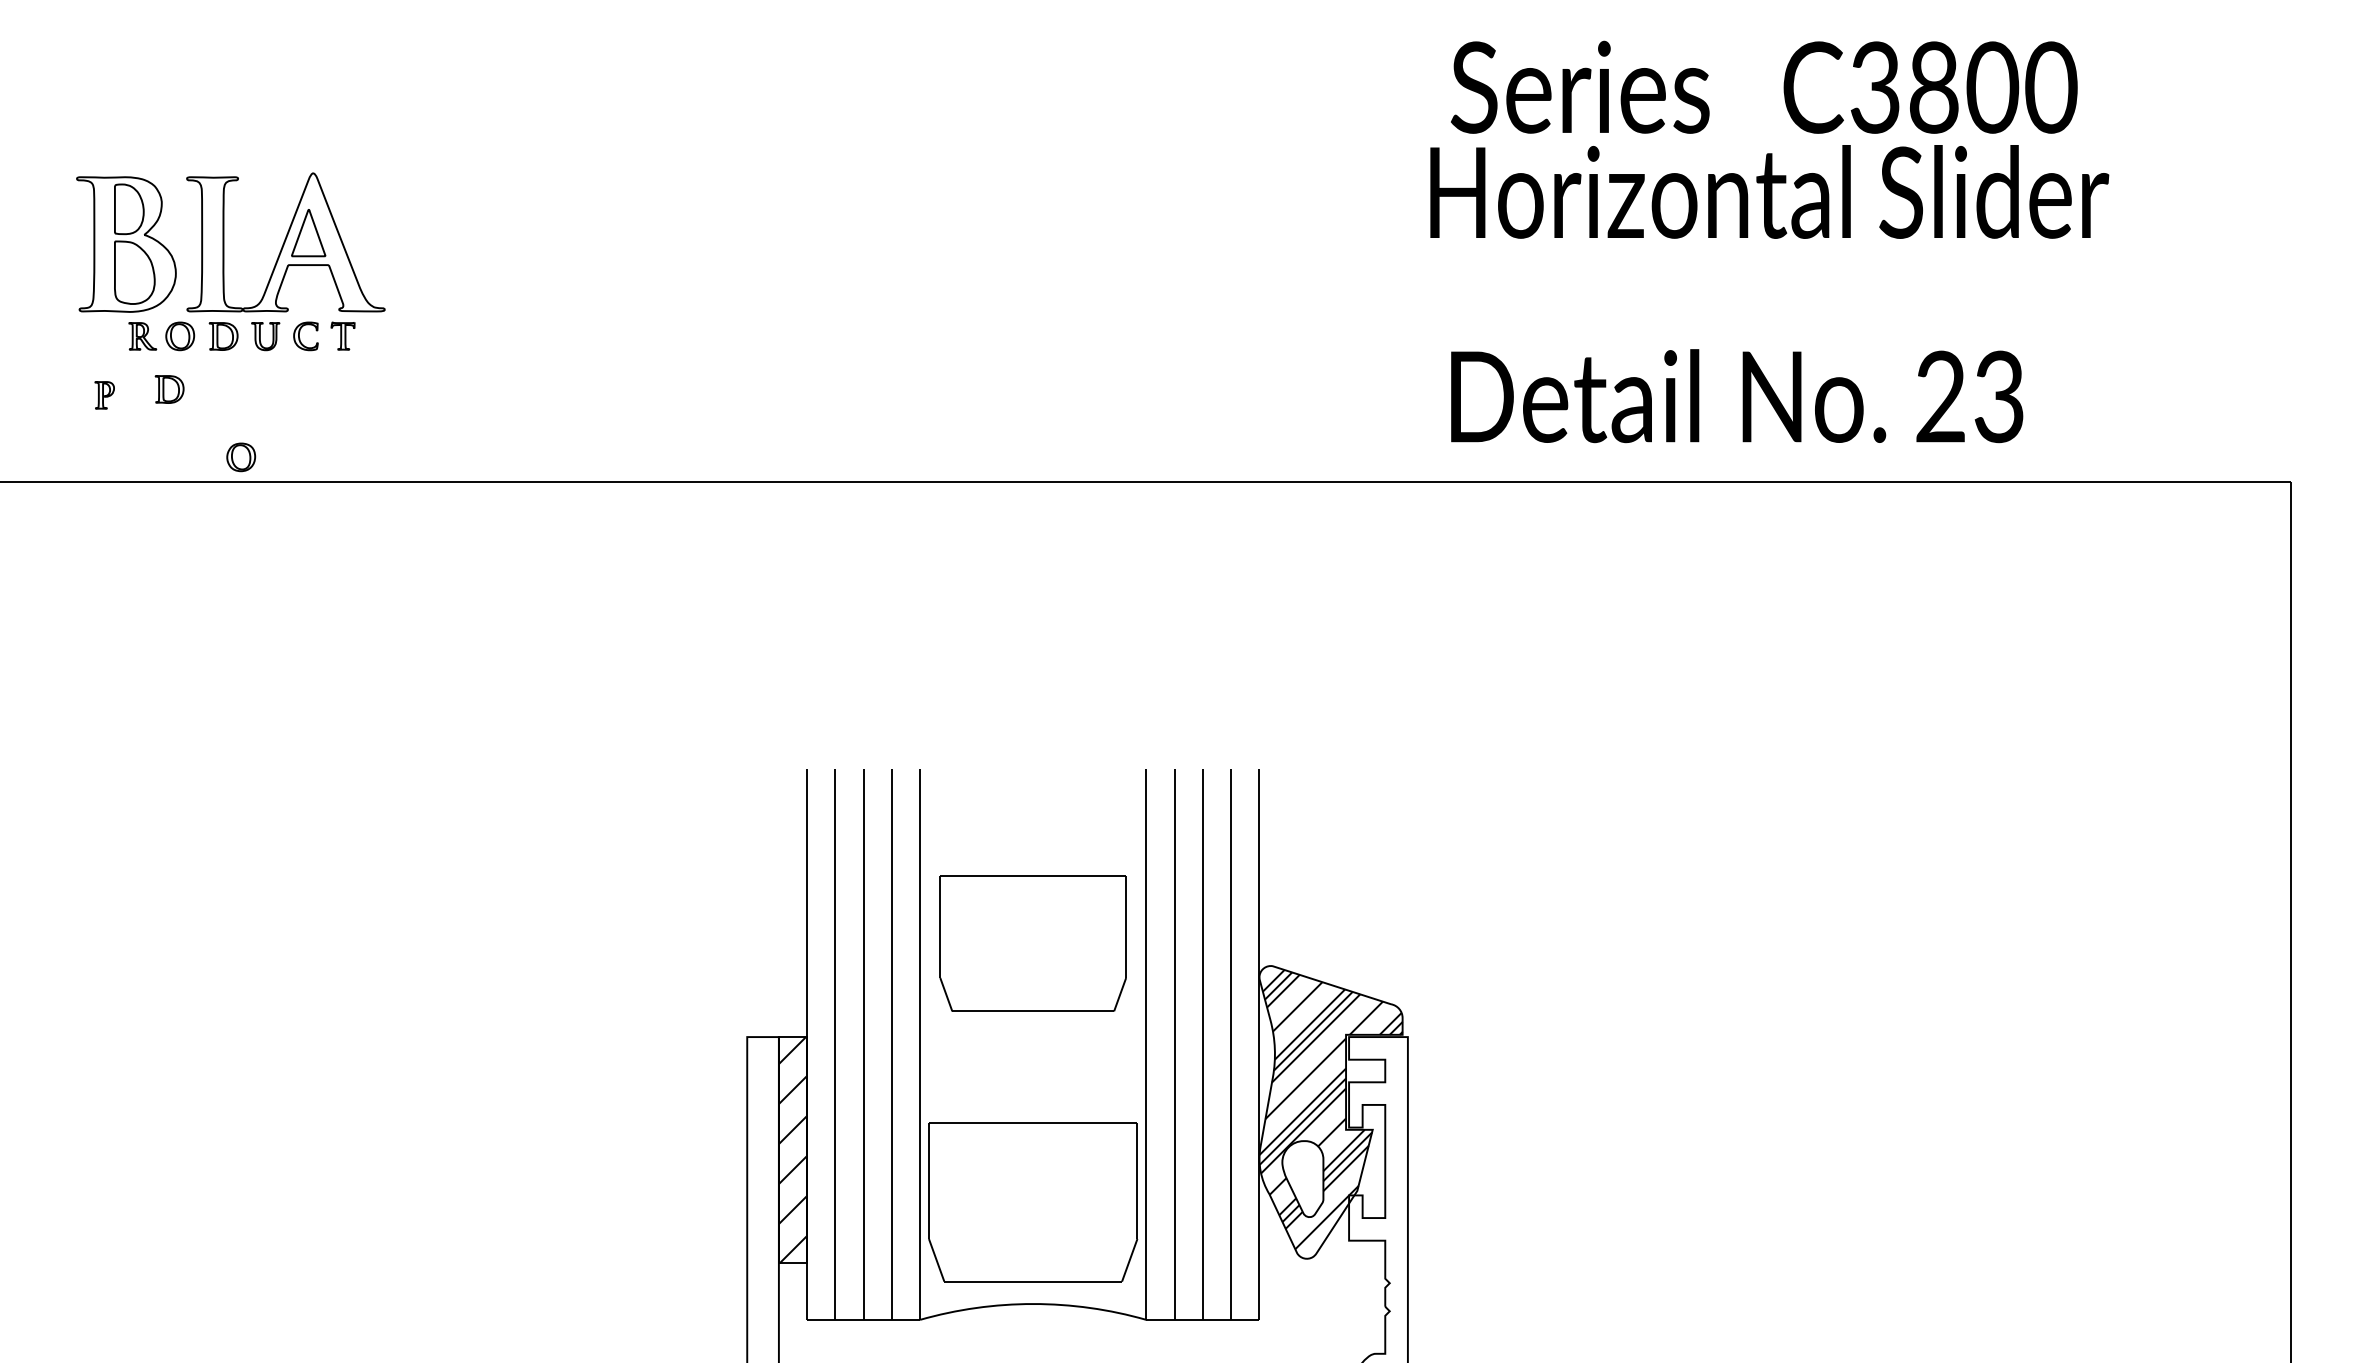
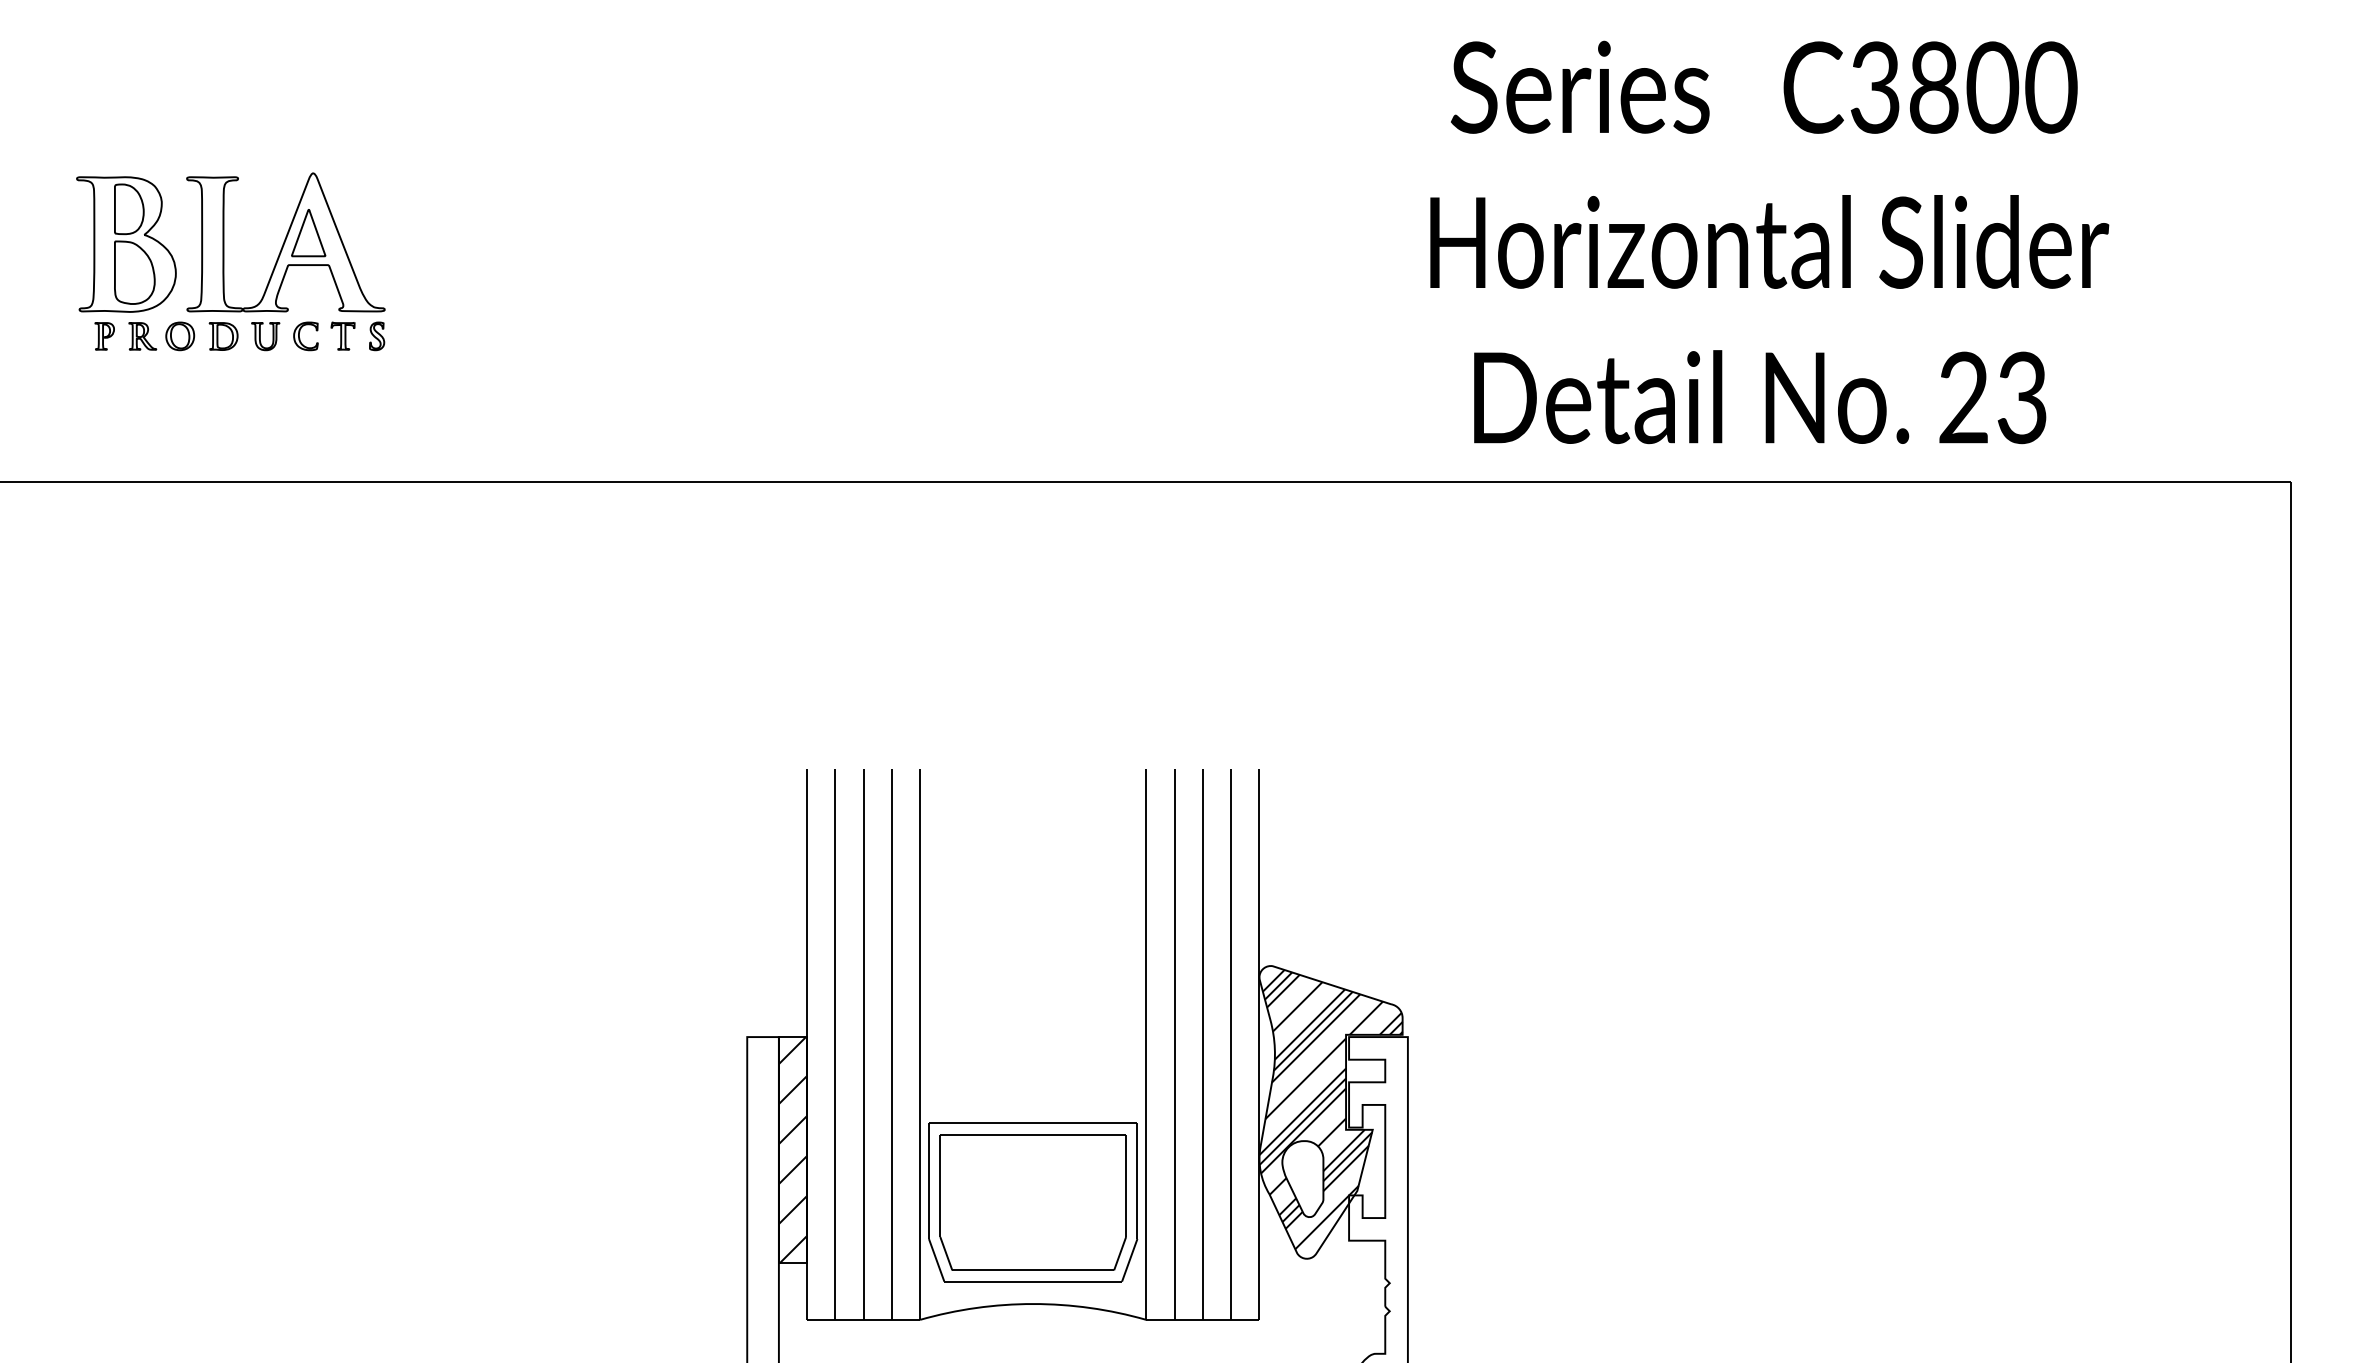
text at (1769, 191) position: (1769, 191) -> (1769, 241)
part at (377, 336): none -> present
part at (169, 389): present -> none
part at (104, 395) position: (104, 395) -> (104, 336)
text at (1737, 396) position: (1737, 396) -> (1760, 397)
part at (241, 457): present -> none
part at (1032, 943) position: (1032, 943) -> (1032, 1202)
